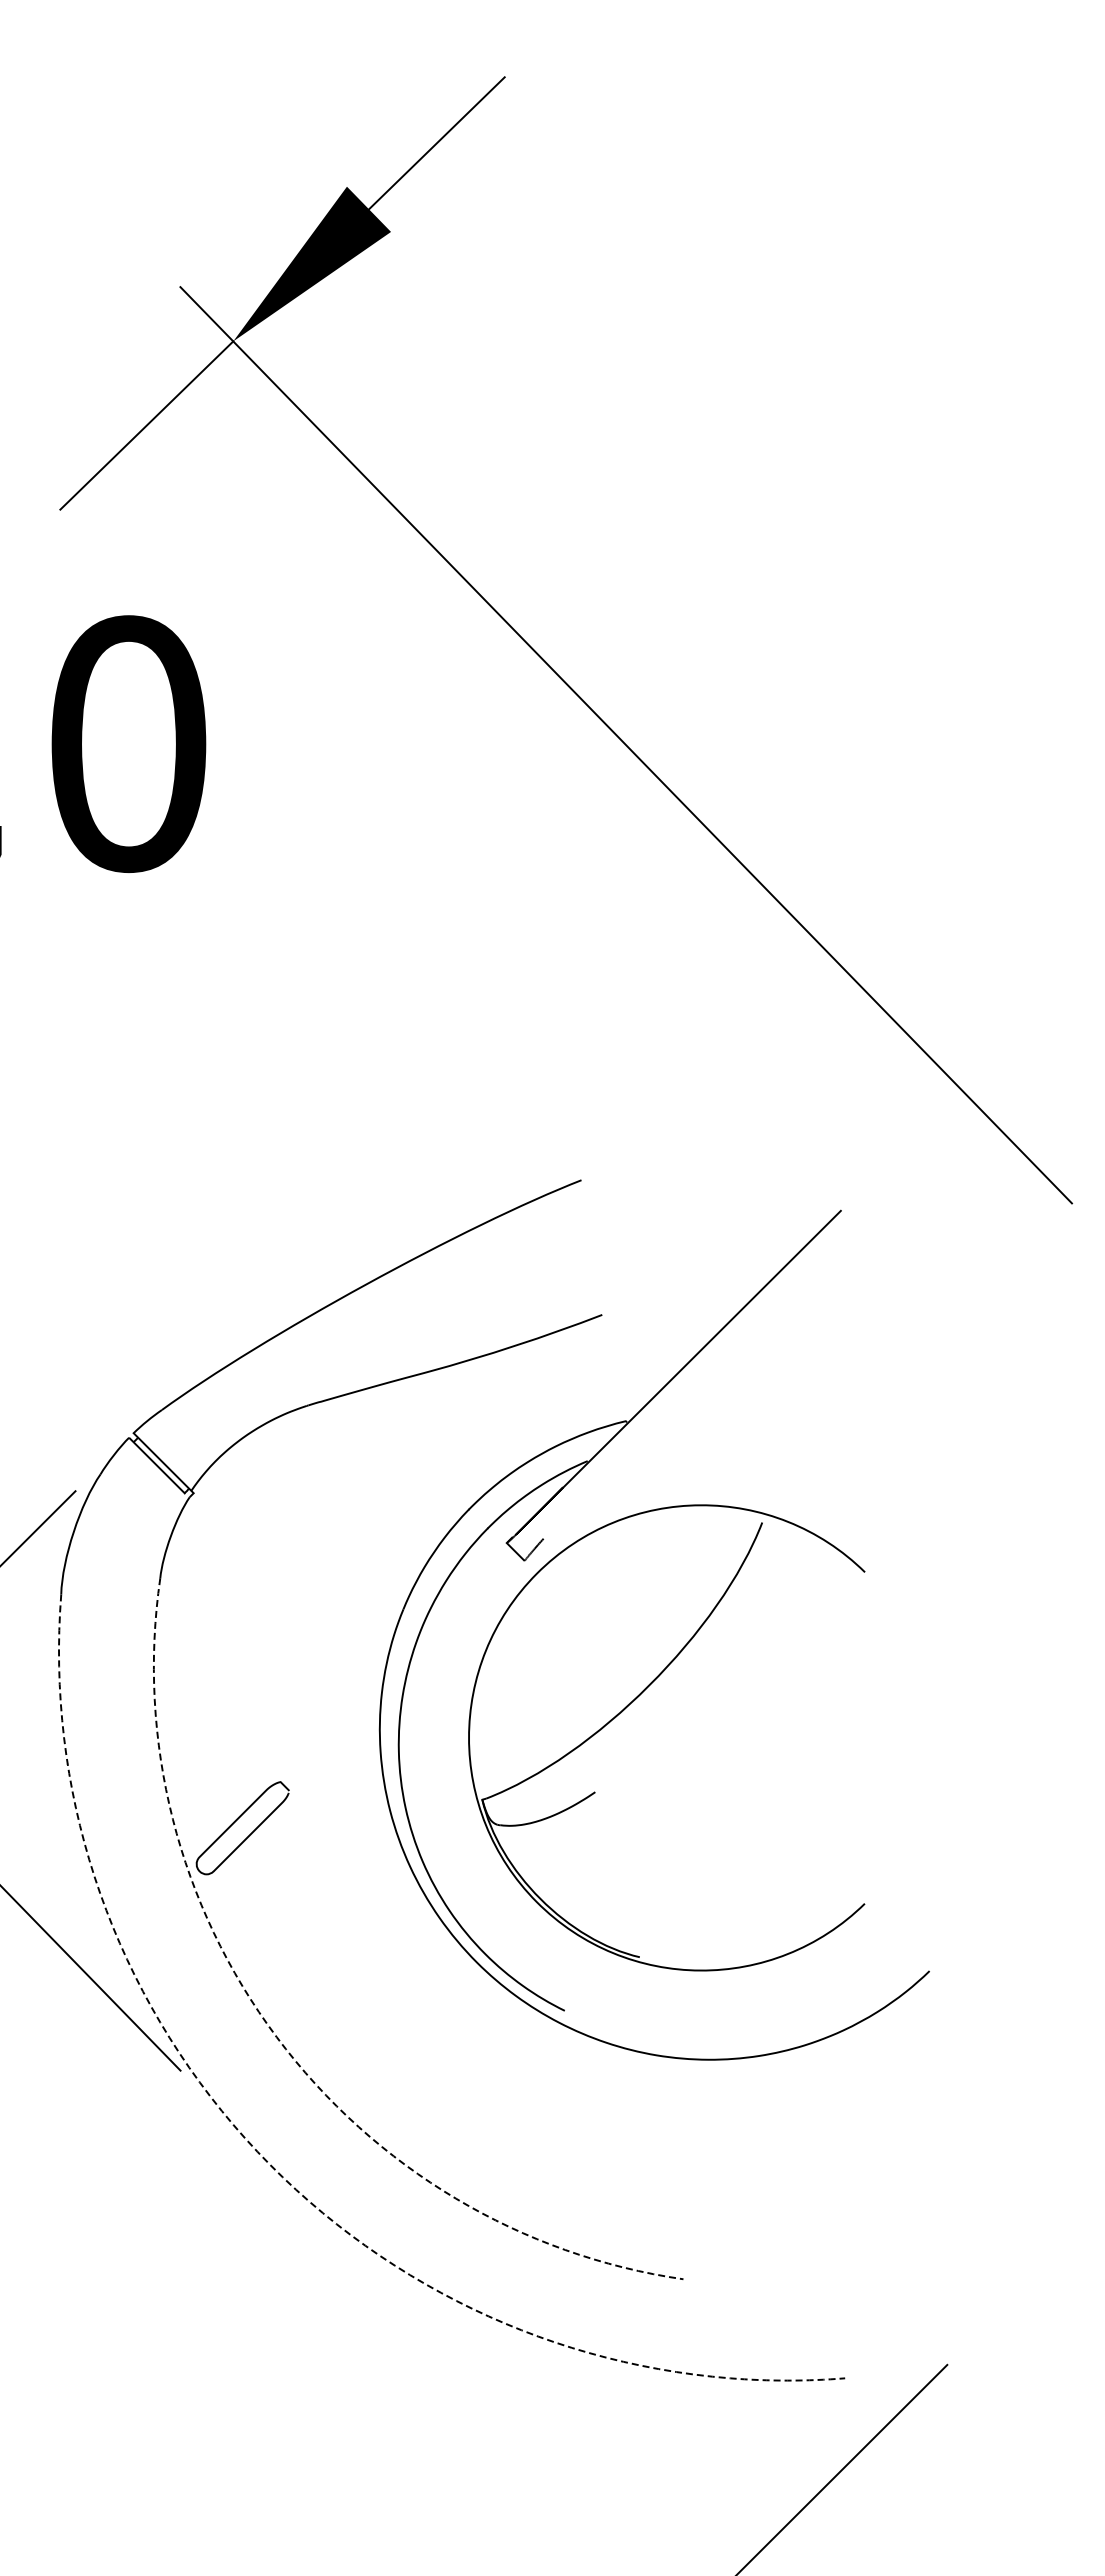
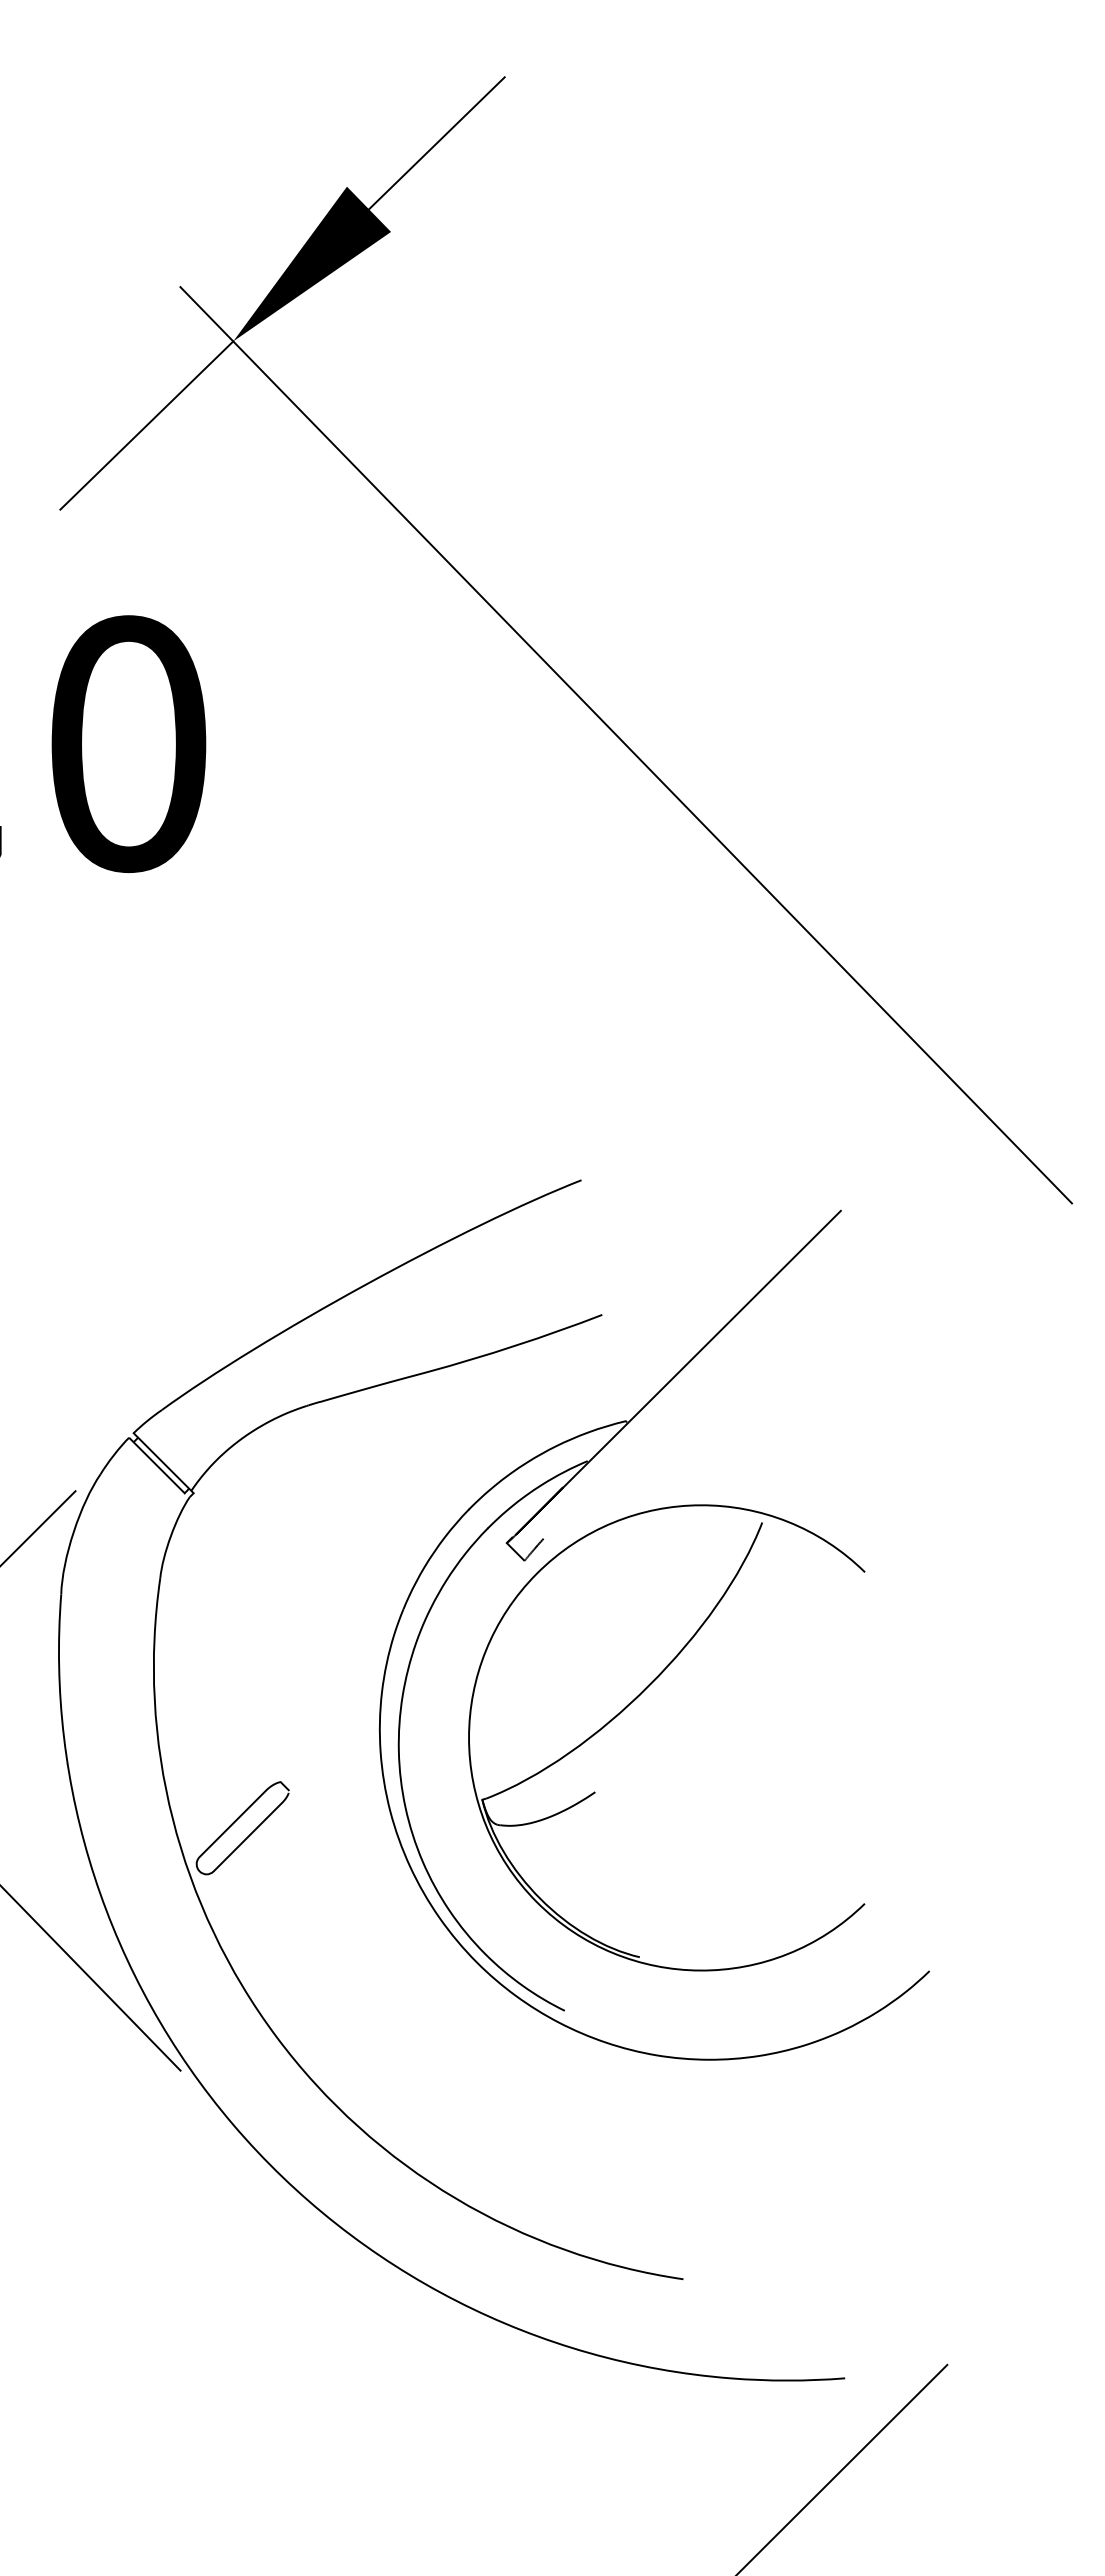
arc at (276, 2037): dashed -> solid
line at (270, 2164): dashed -> solid
